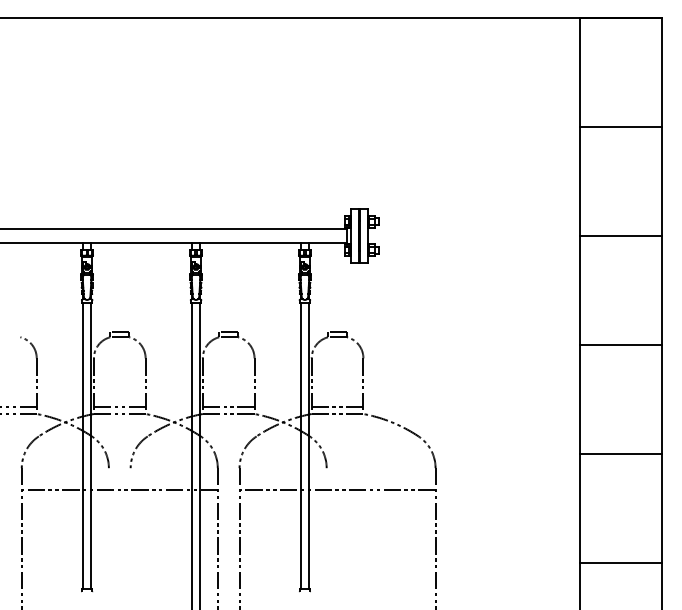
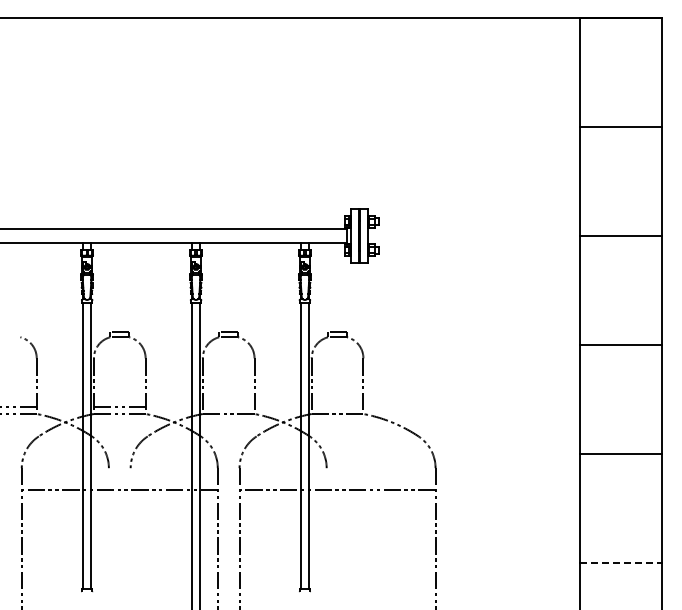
line at (228, 407): present -> none
line at (337, 407): present -> none
line at (620, 562): solid -> dashed
